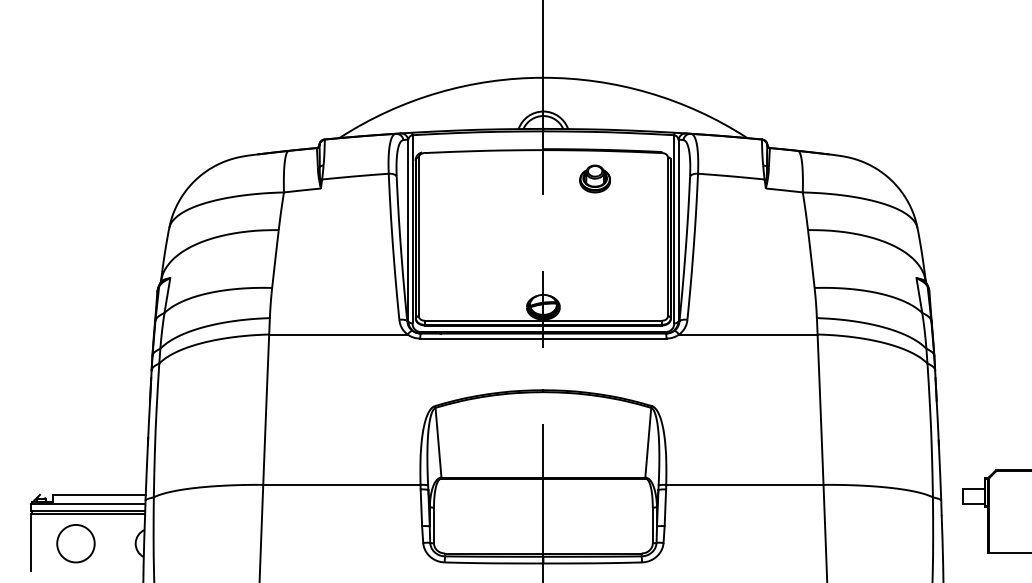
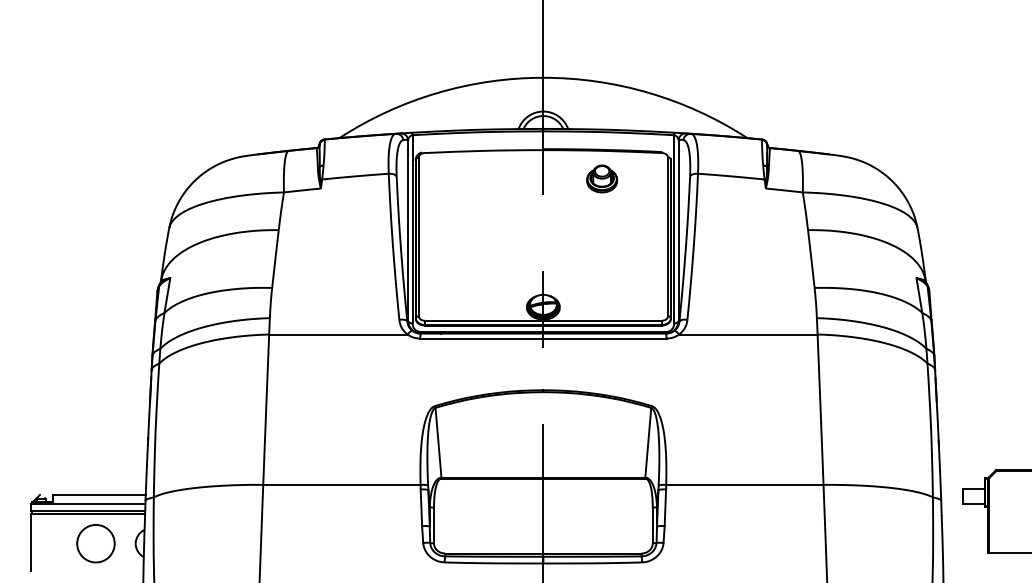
part at (594, 178) position: (594, 178) -> (601, 178)
circle at (75, 543) position: (75, 543) -> (95, 543)
